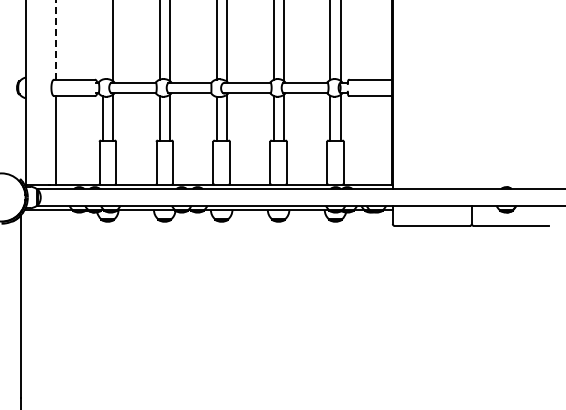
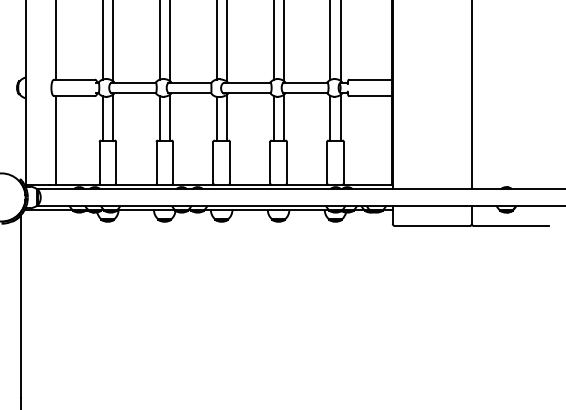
line at (56, 39): dashed -> solid
line at (102, 40): none -> present
line at (471, 95): none -> present
